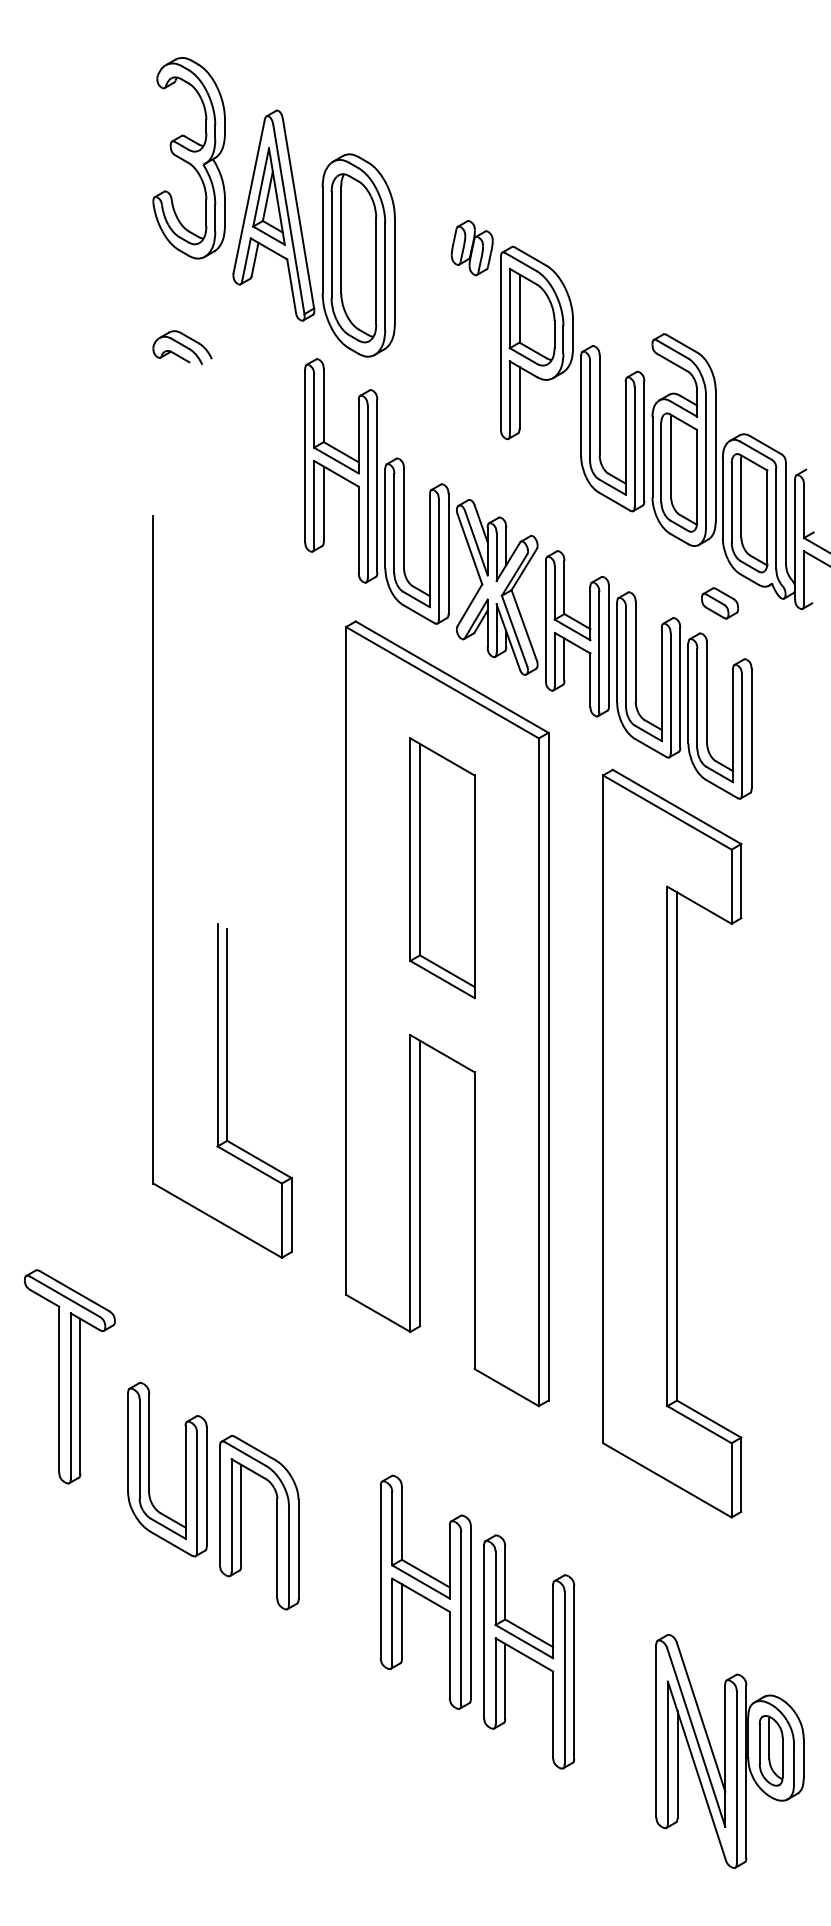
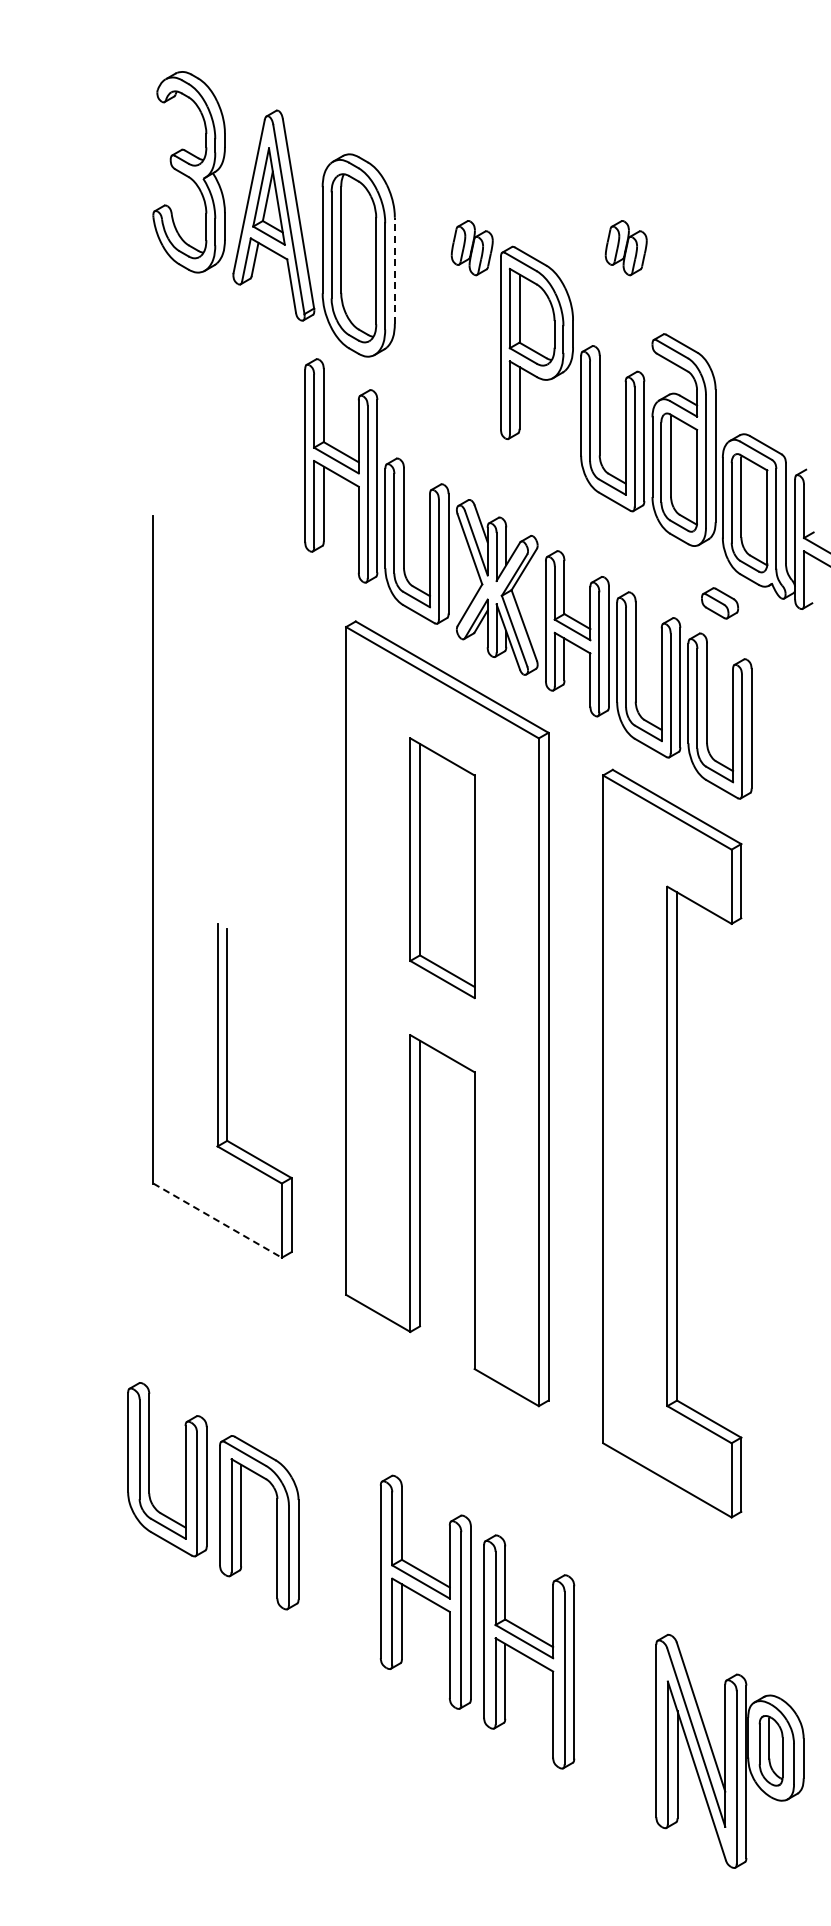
part at (188, 158) position: (188, 158) -> (188, 172)
part at (625, 248): none -> present
line at (394, 270): solid -> dashed
part at (182, 347): present -> none
line at (218, 1220): solid -> dashed
part at (69, 1376): present -> none
